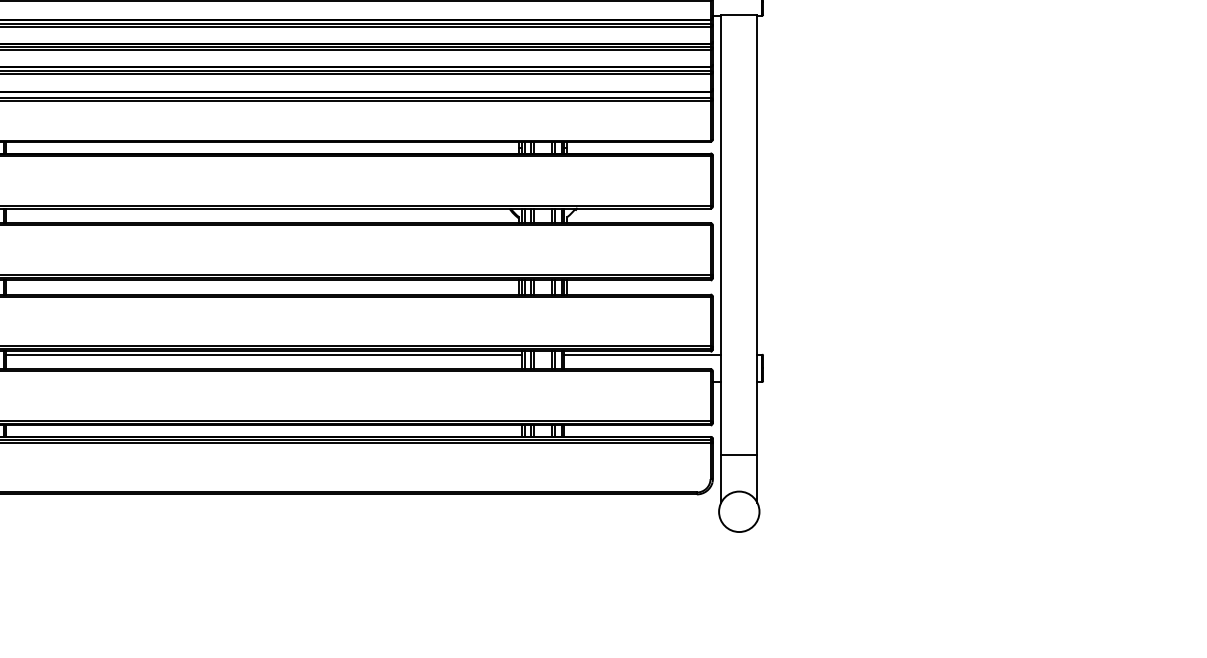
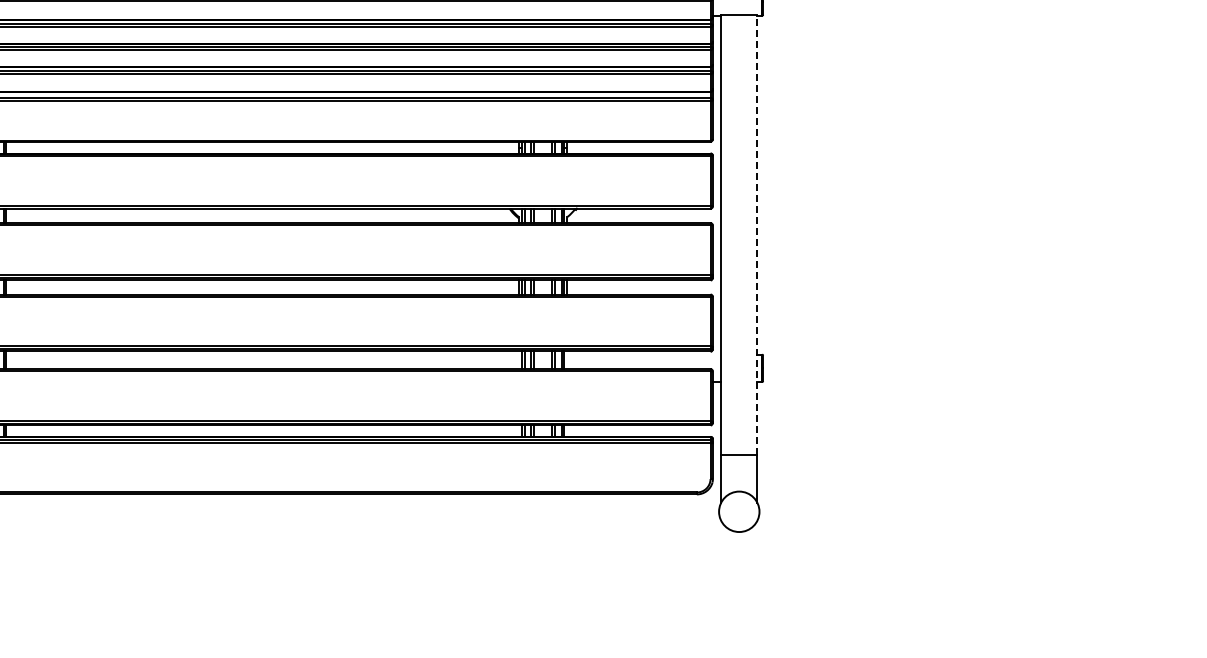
line at (757, 234): solid -> dashed
line at (264, 354): present -> none
line at (642, 354): present -> none
